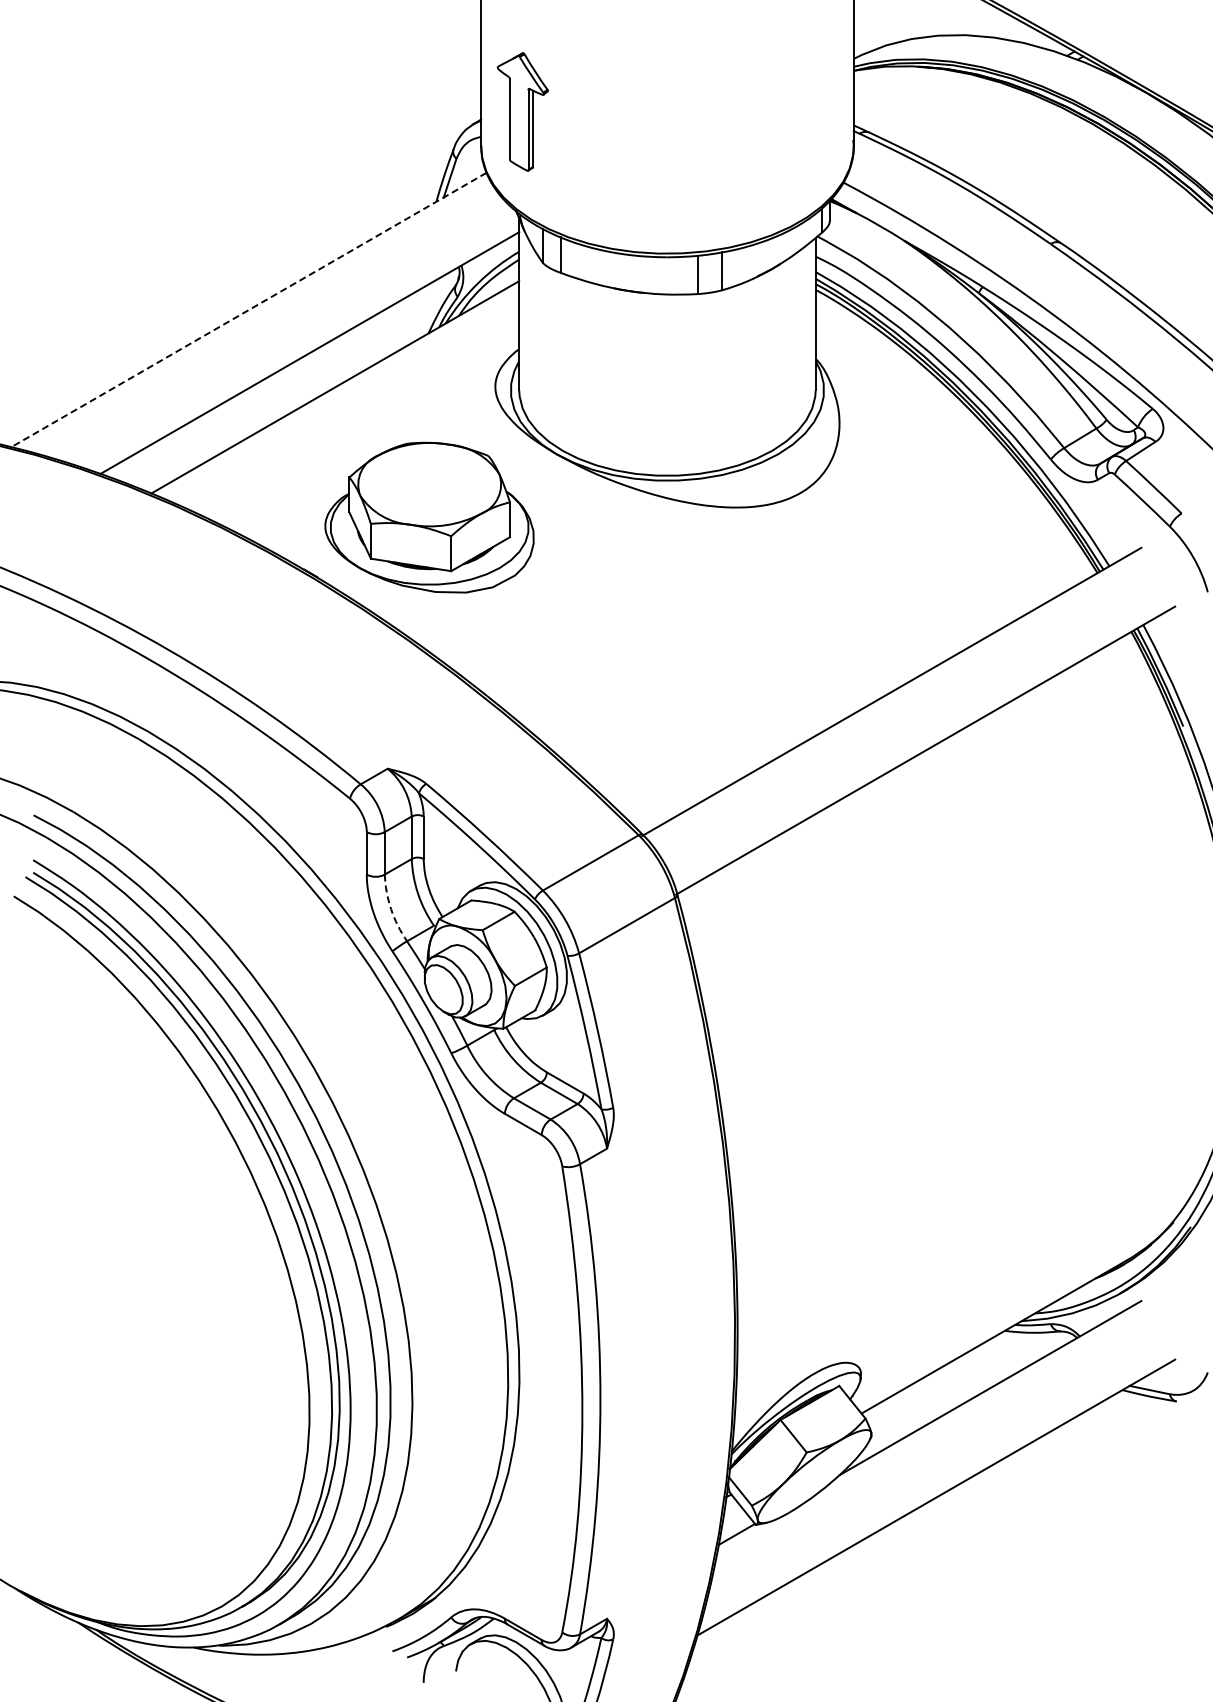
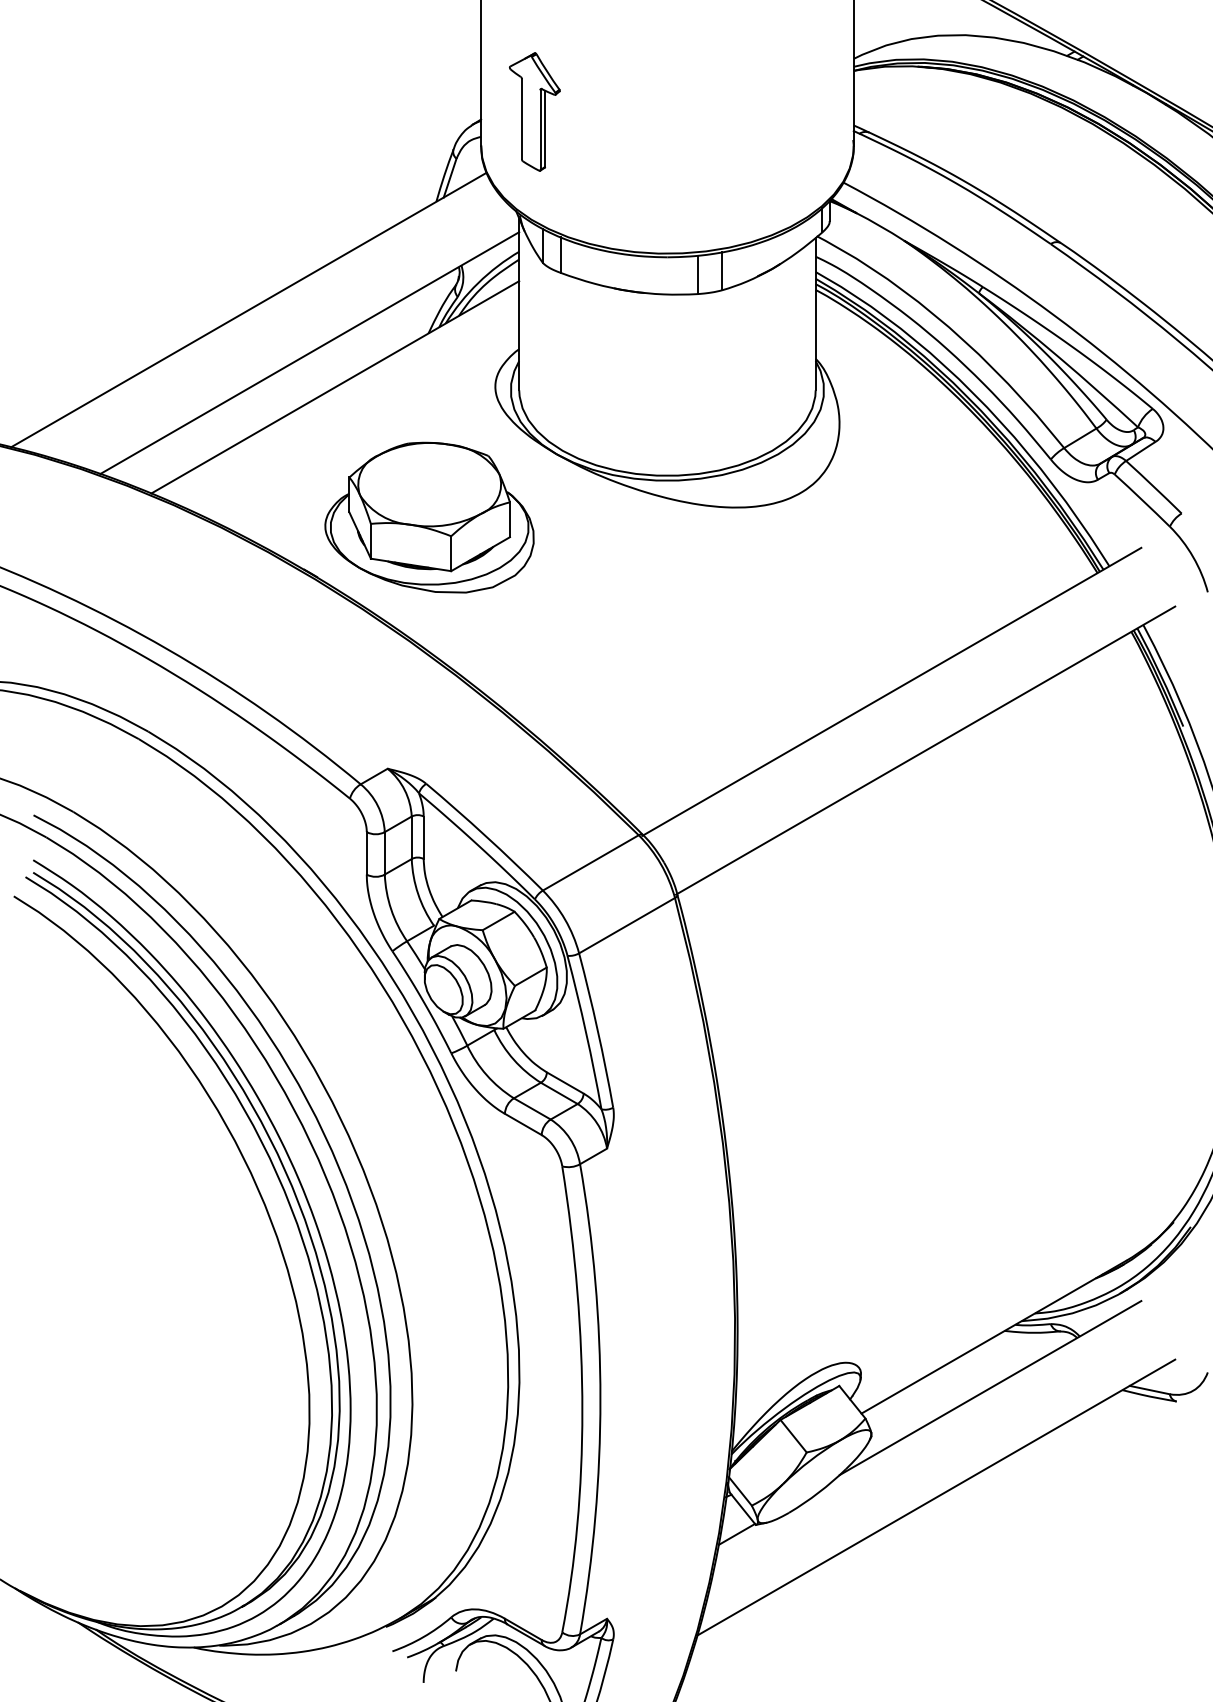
part at (522, 111) position: (522, 111) -> (534, 111)
line at (248, 310): dashed -> solid
arc at (391, 909): dashed -> solid
